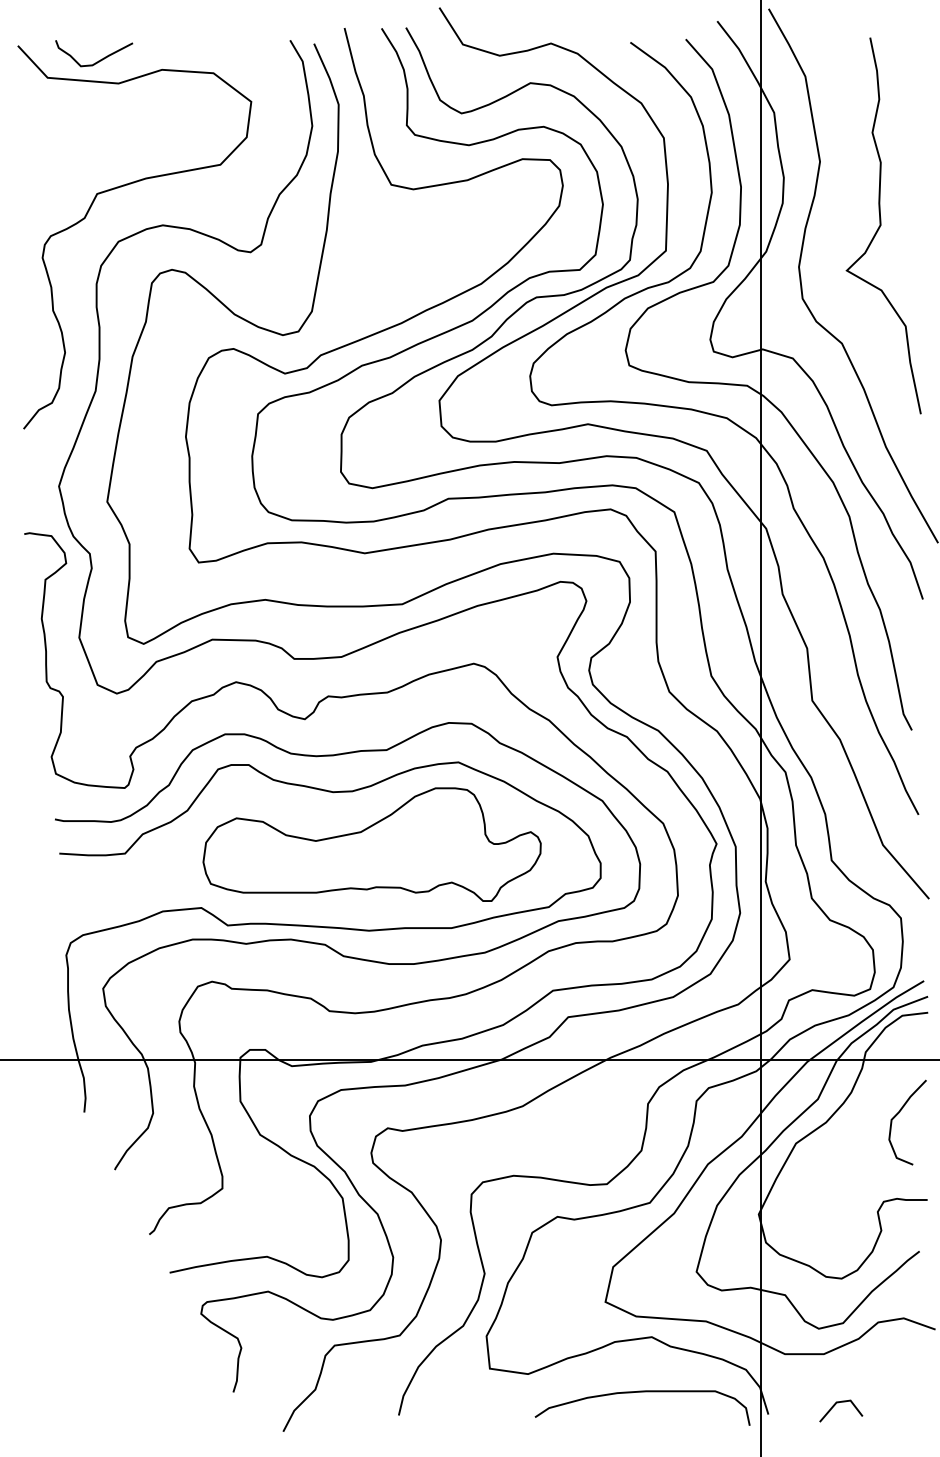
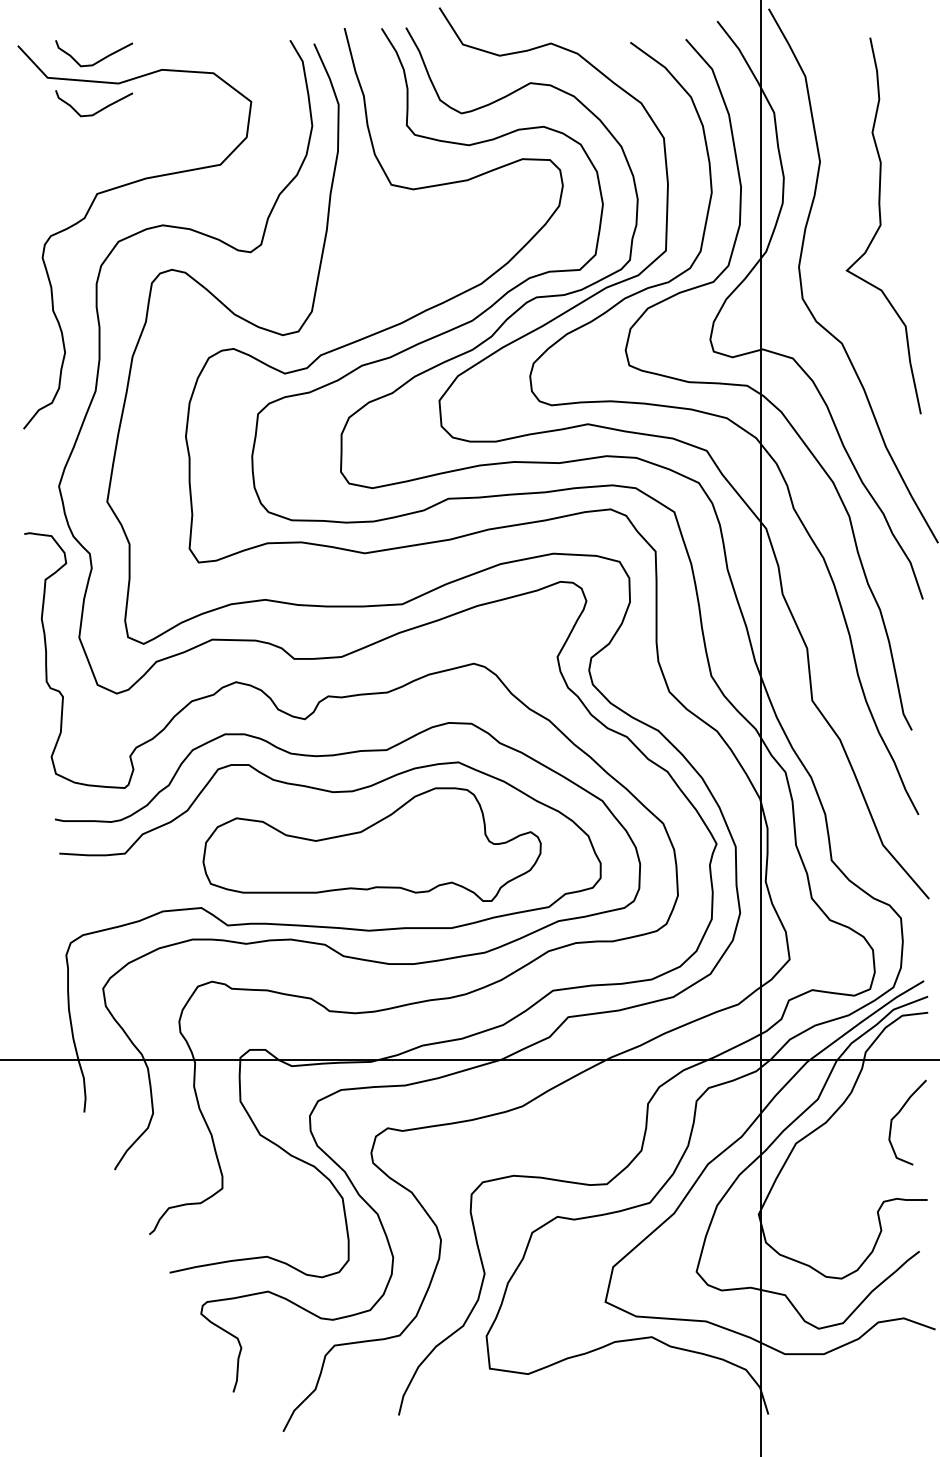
curve at (98, 110): none -> present
curve at (642, 1392): present -> none
line at (838, 1403): present -> none
